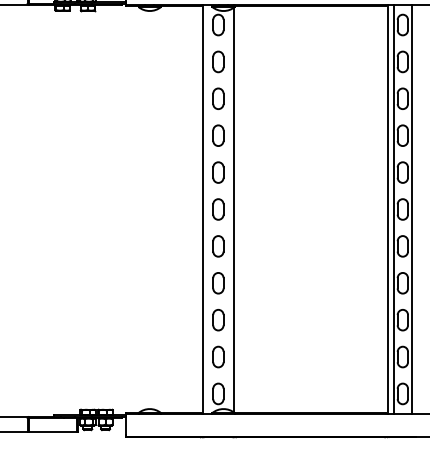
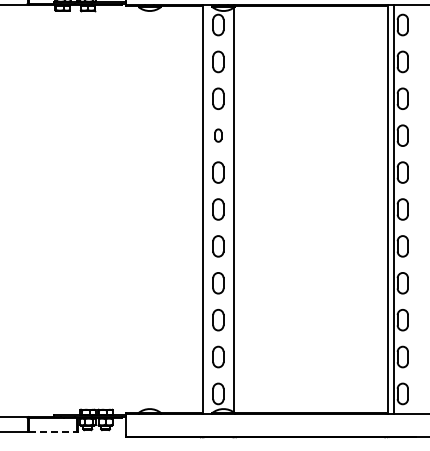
part at (218, 135) size: 13x23 px -> 9x15 px
line at (412, 209): present -> none
line at (53, 431): solid -> dashed
